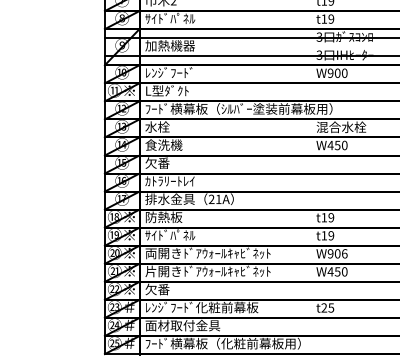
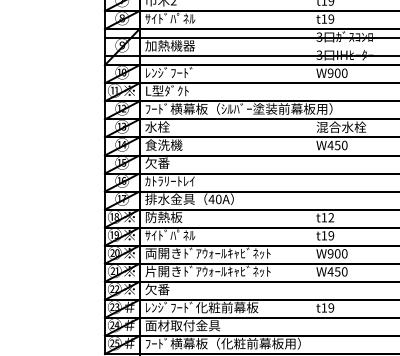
text at (214, 199): 21A -> 40A
text at (331, 217): t19 -> t12
text at (344, 253): W906 -> W900
text at (327, 307): t25 -> t19
